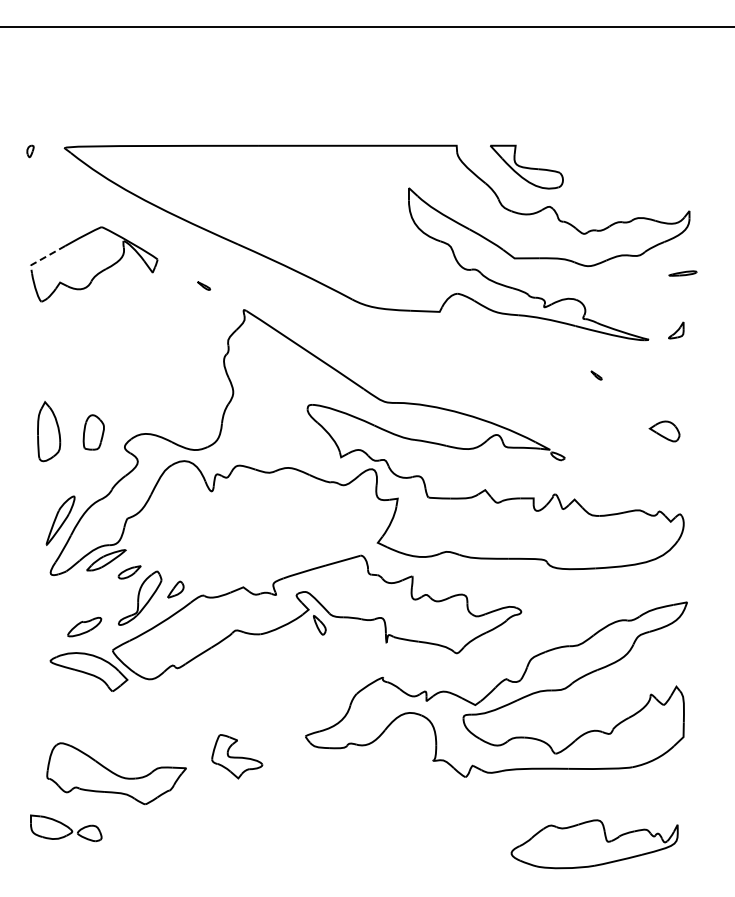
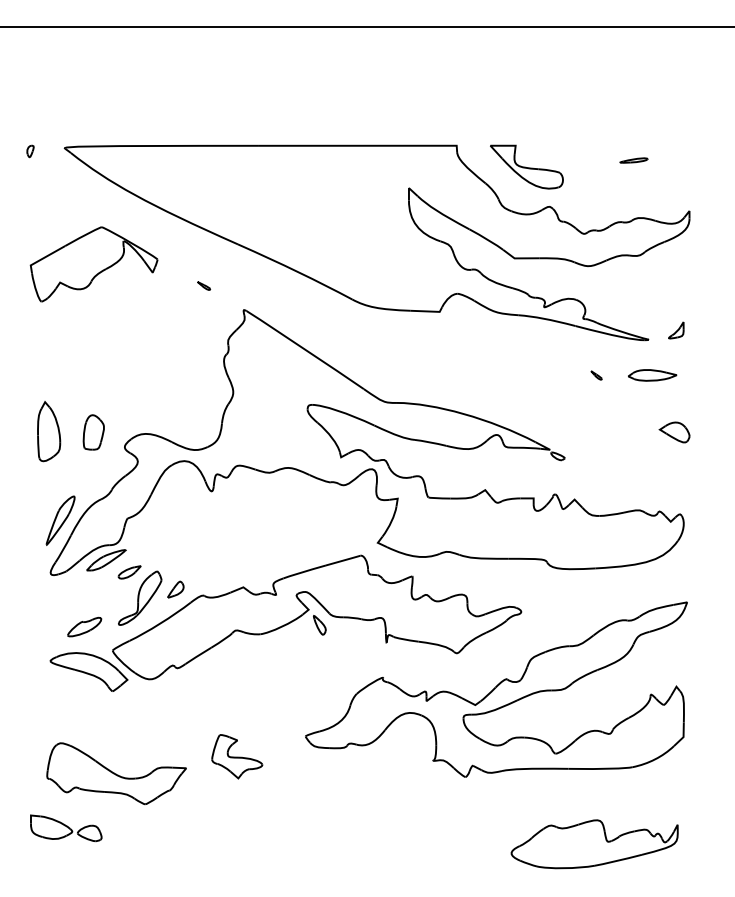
line at (43, 258): dashed -> solid
part at (682, 273) position: (682, 273) -> (633, 160)
part at (652, 375): none -> present
part at (664, 431) position: (664, 431) -> (674, 432)
